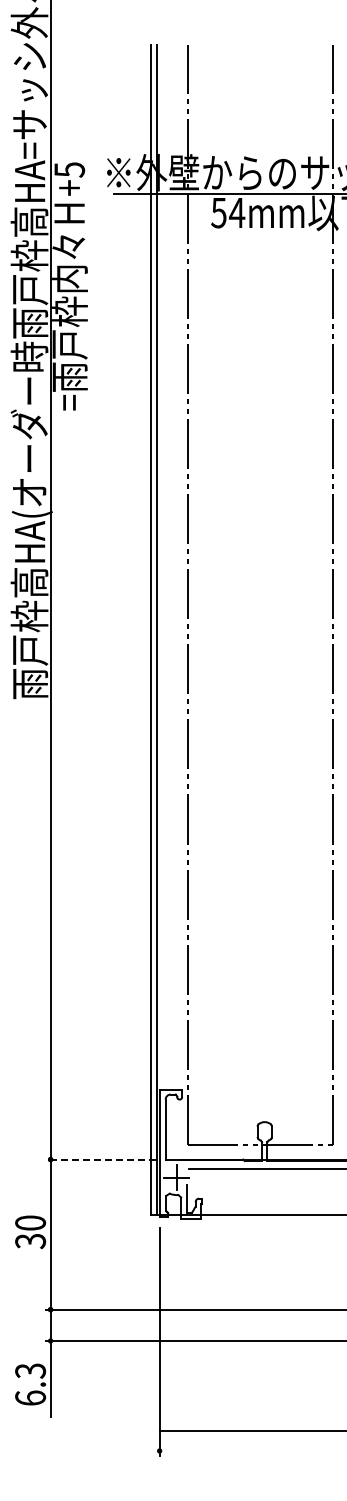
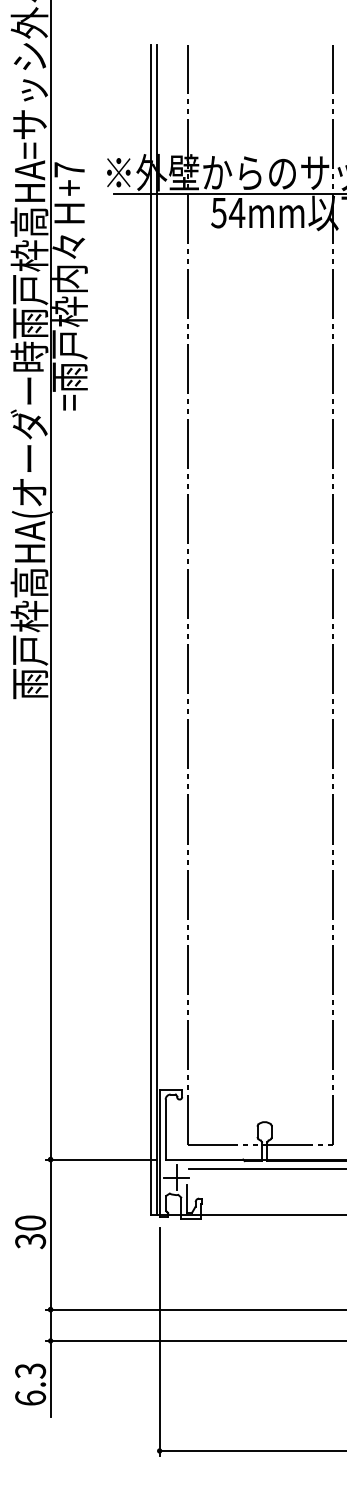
text at (69, 169): +5 -> +7
line at (100, 1159): dashed -> solid
line at (251, 1430) position: (251, 1430) -> (251, 1450)
